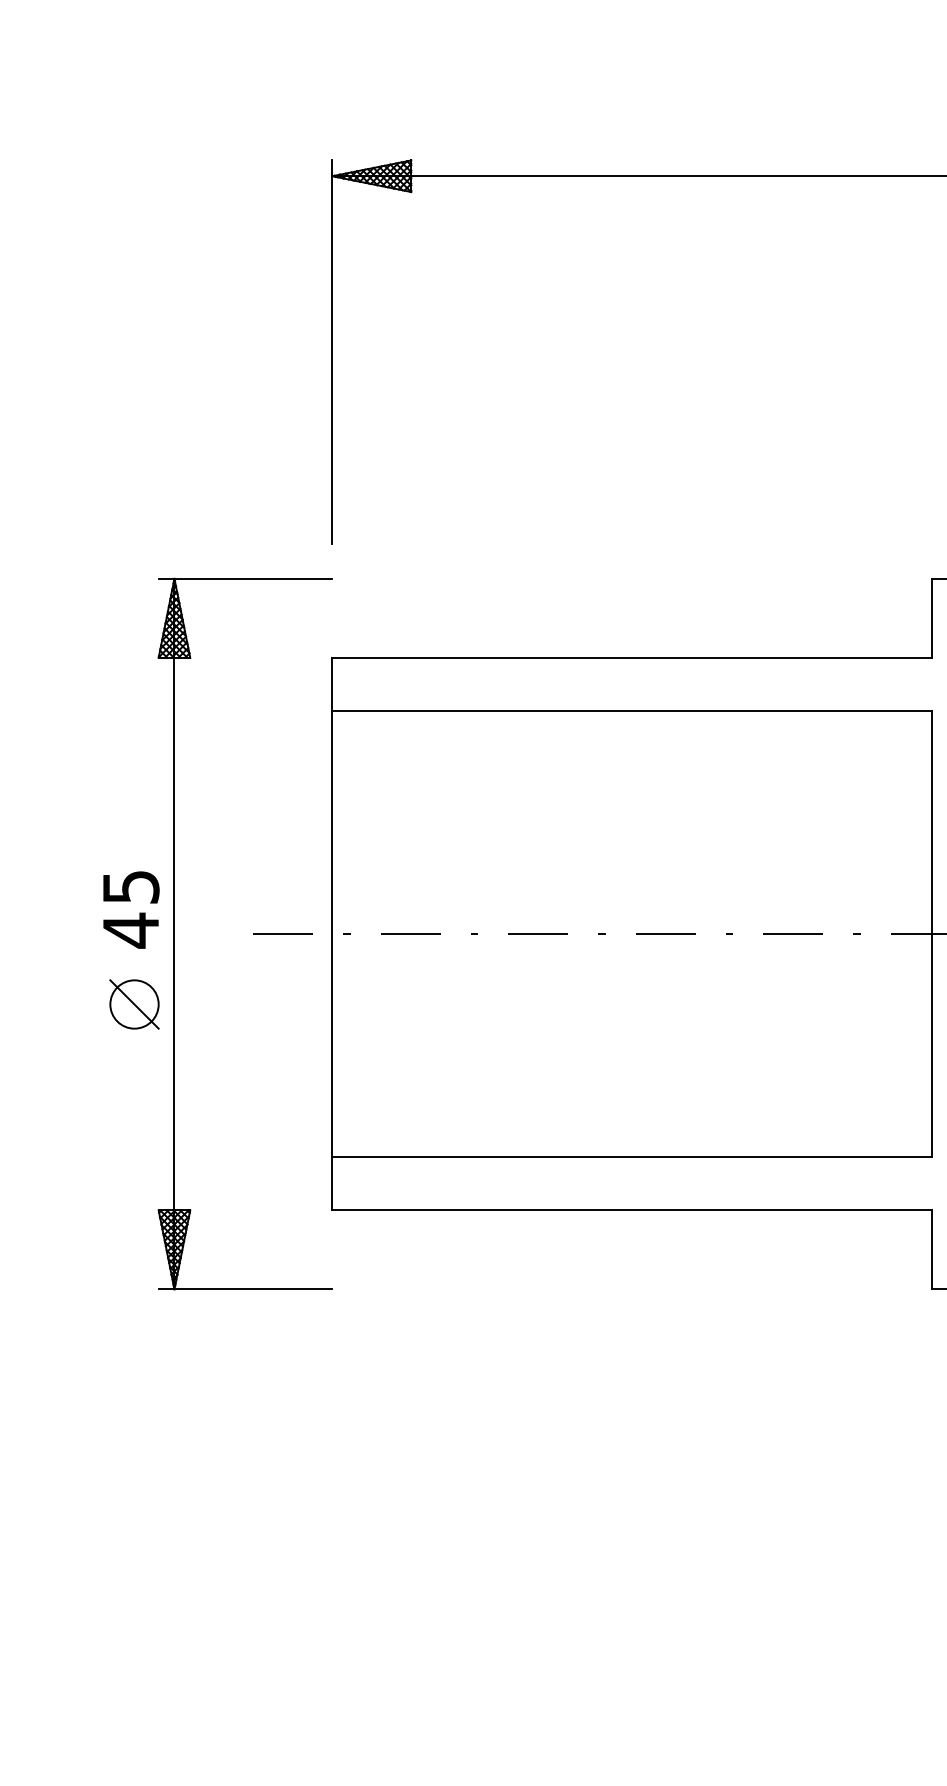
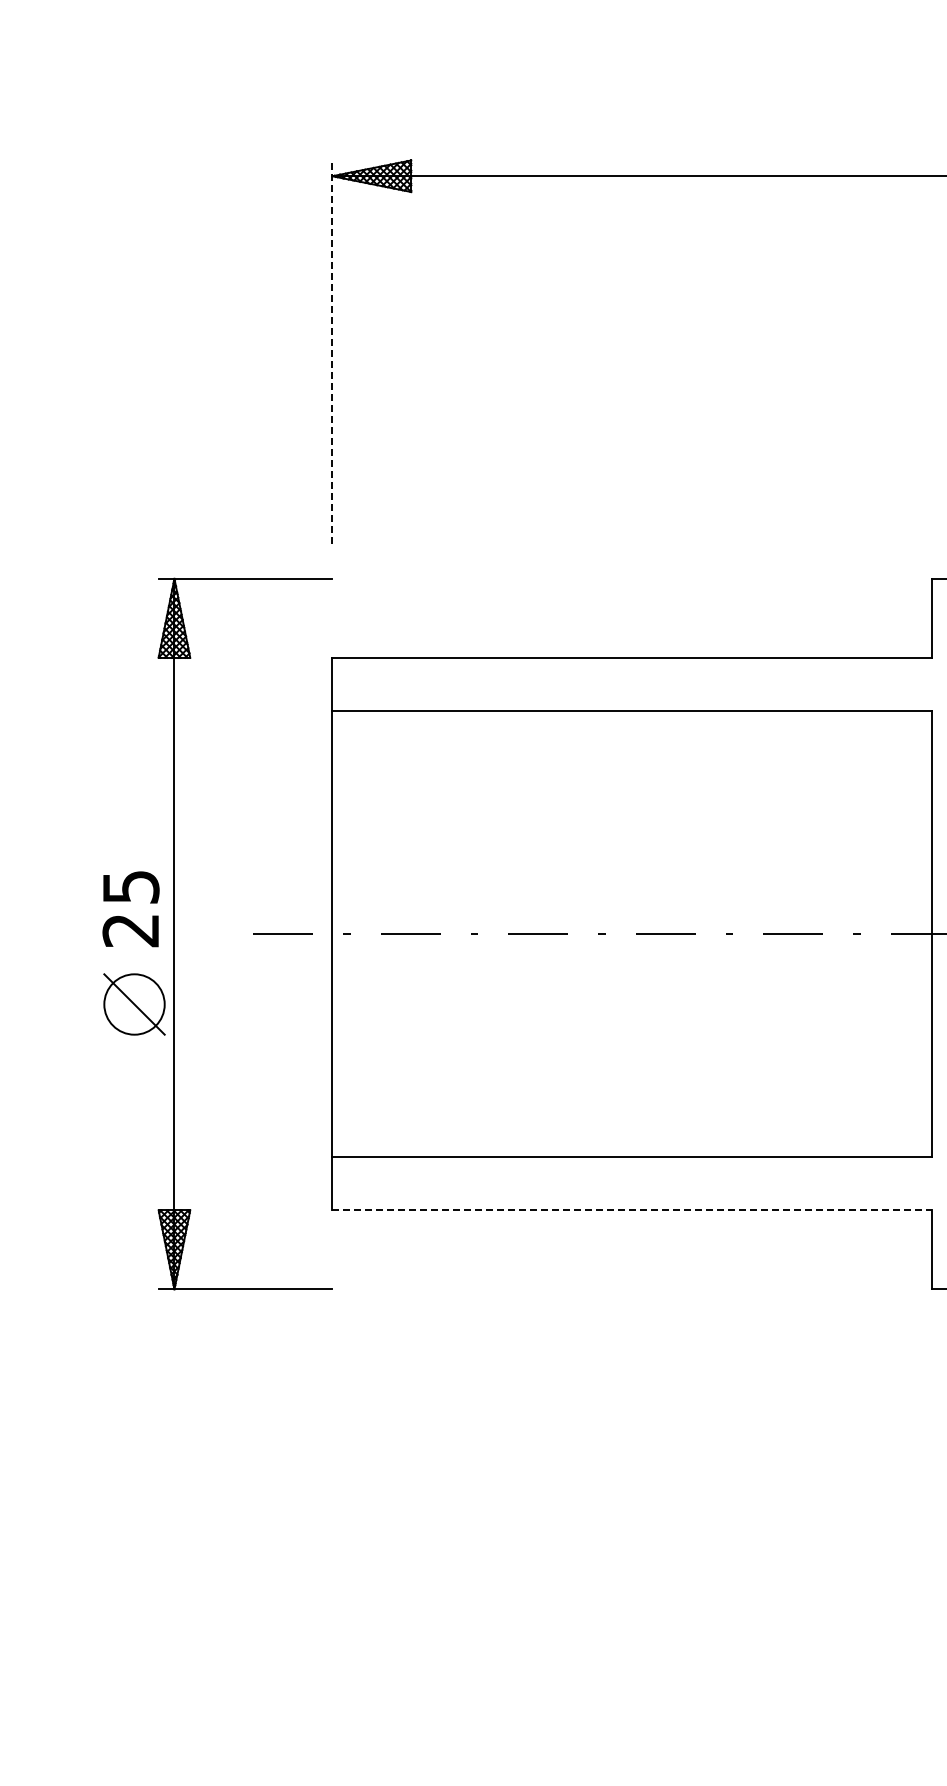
line at (332, 352): solid -> dashed
text at (130, 930): 45 -> 25
part at (134, 1004) size: 51x51 px -> 63x63 px
line at (632, 1210): solid -> dashed
